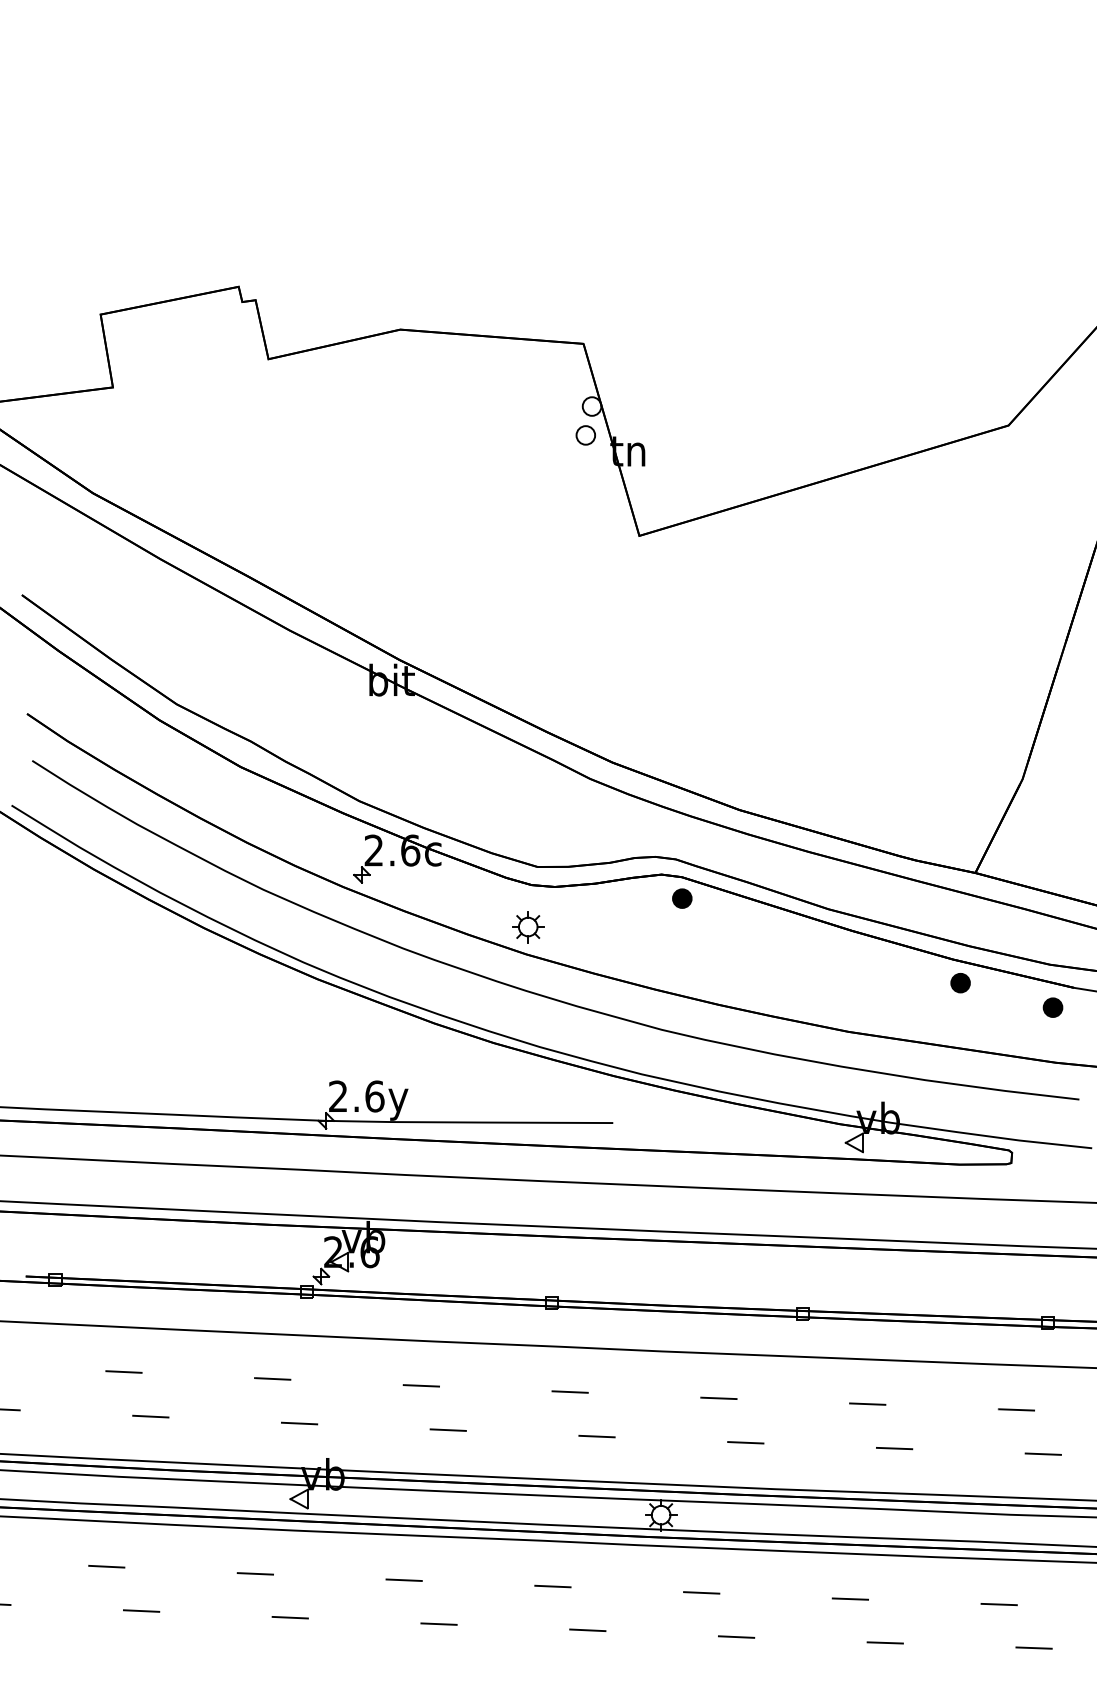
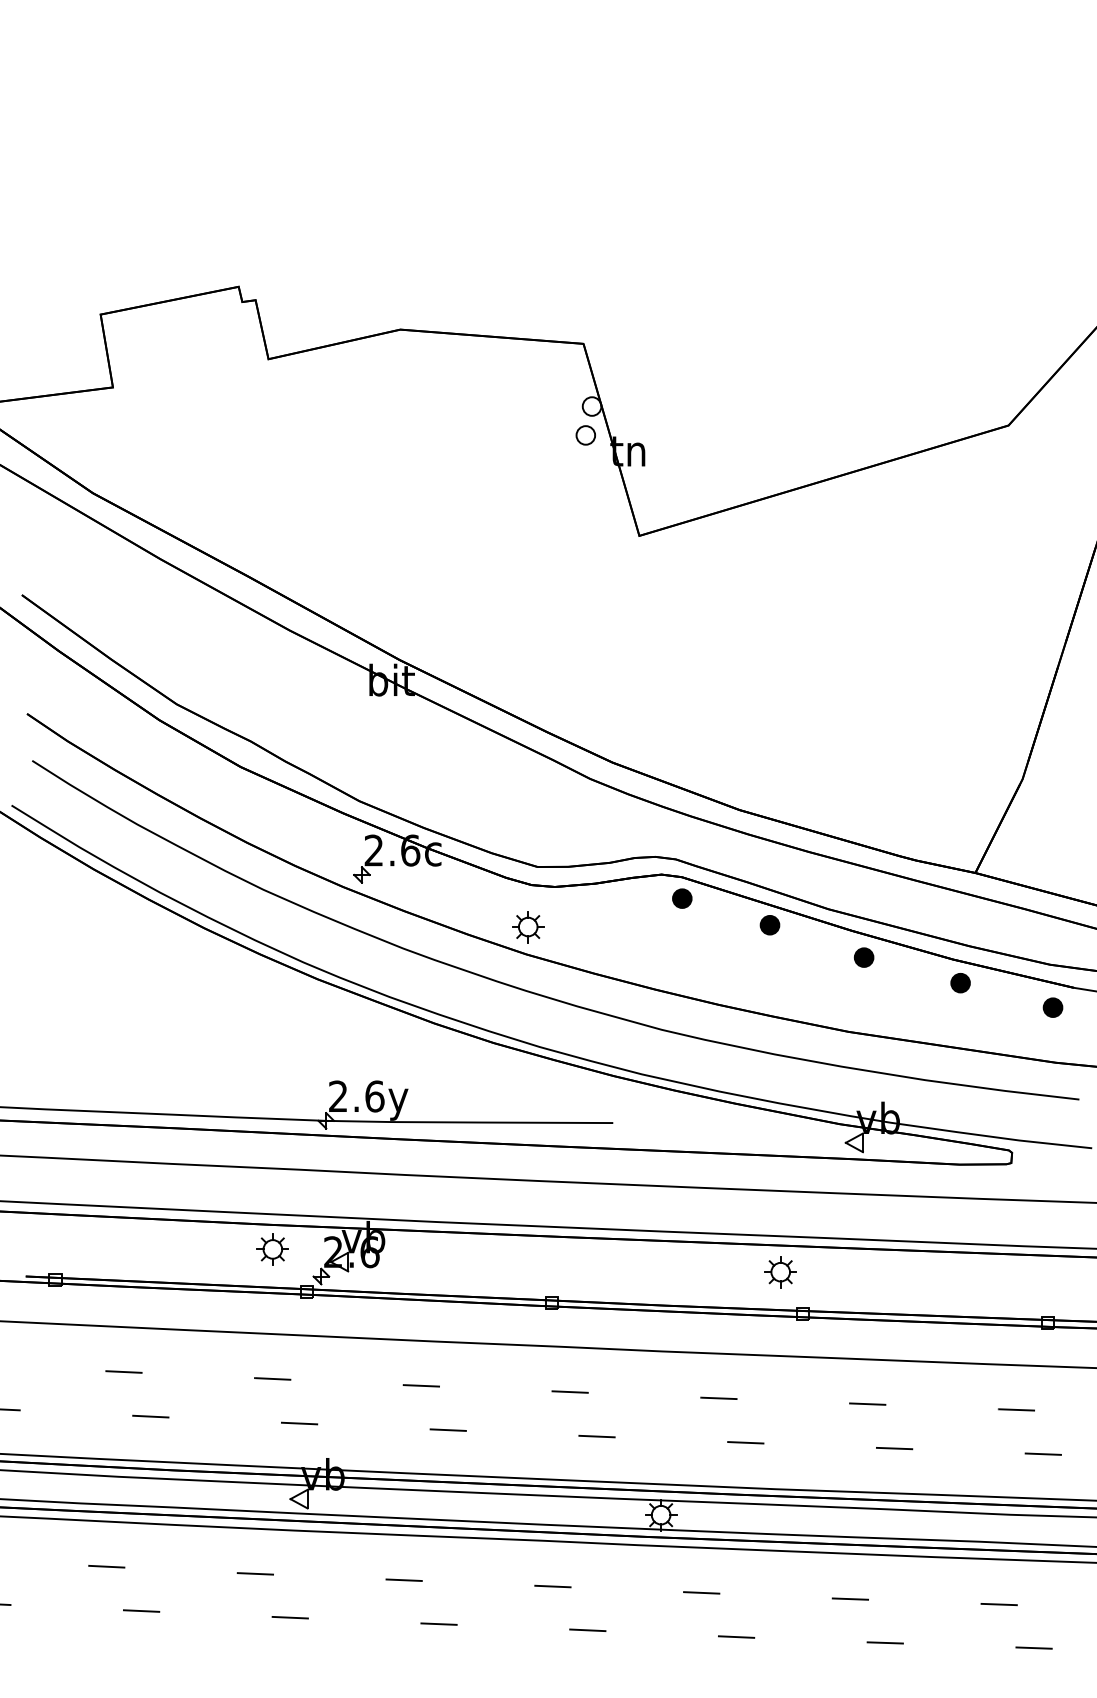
part at (769, 925): none -> present
part at (863, 957): none -> present
part at (272, 1249): none -> present
part at (780, 1272): none -> present
